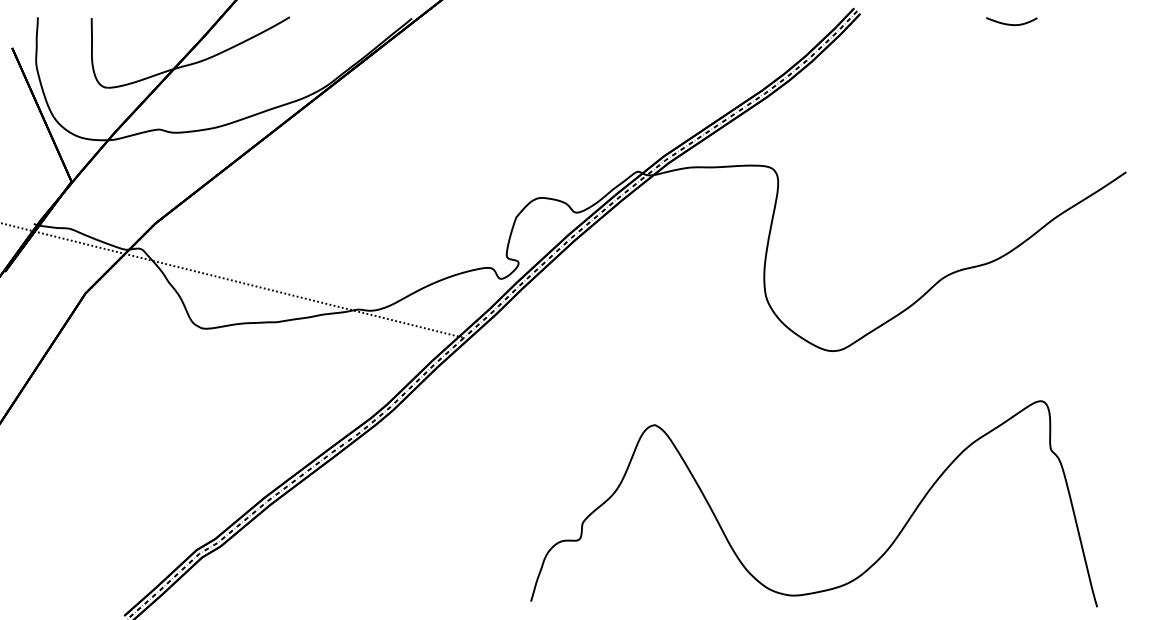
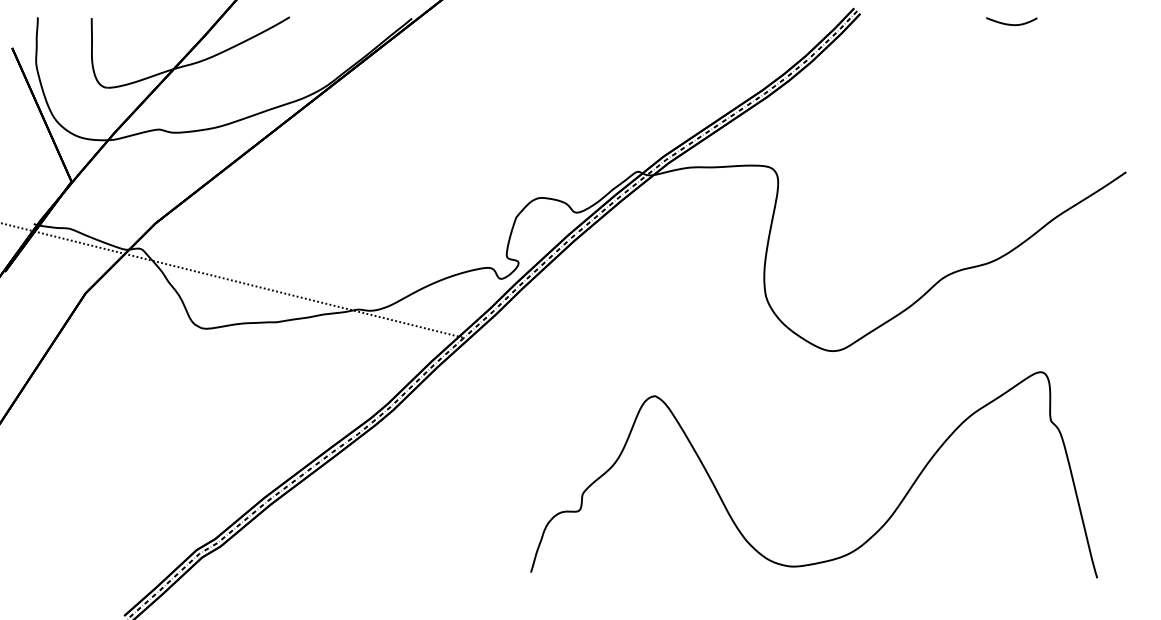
curve at (870, 565) position: (870, 565) -> (870, 536)
